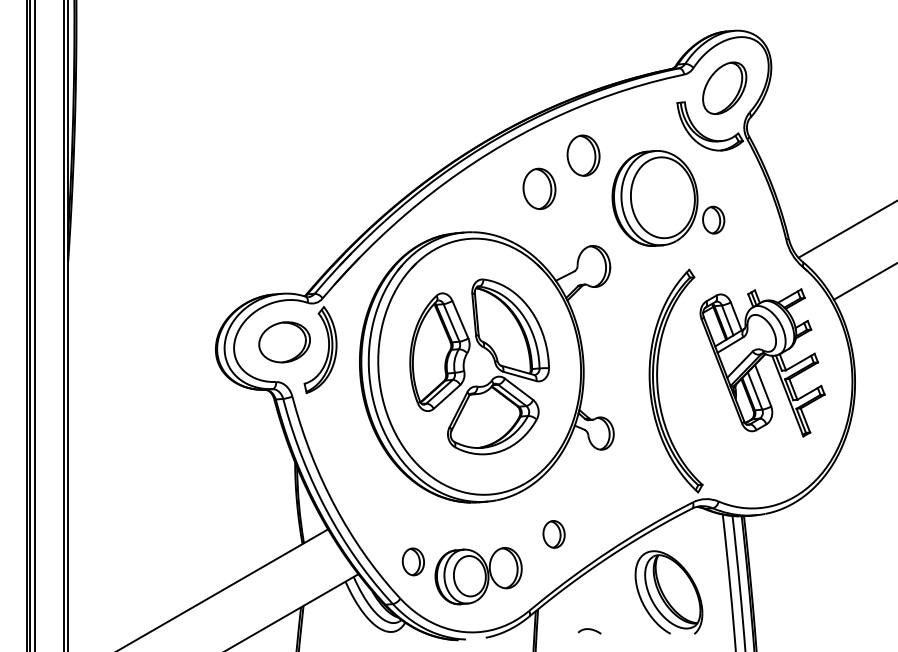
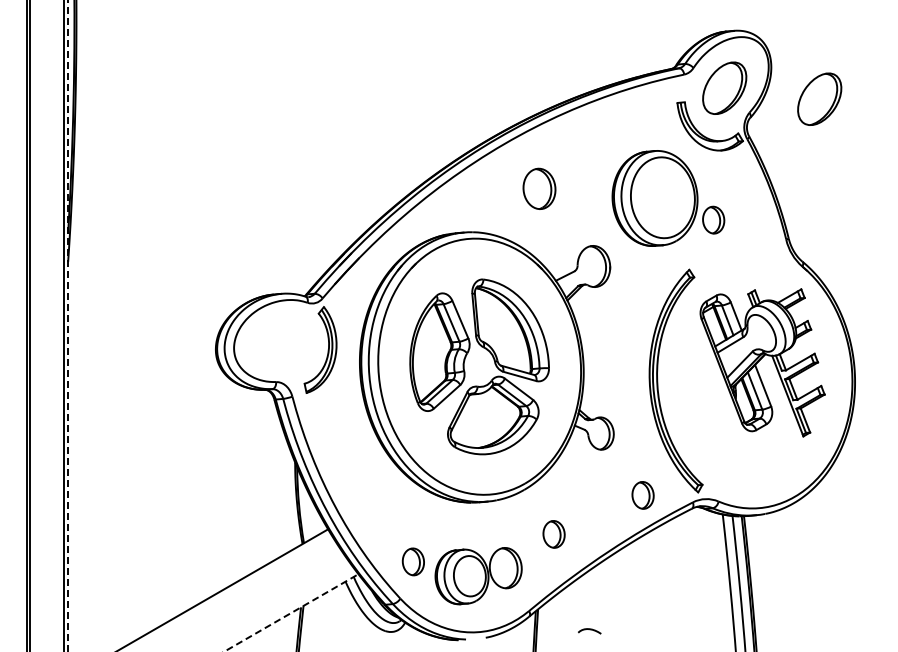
part at (819, 98): none -> present
part at (583, 155): present -> none
line at (846, 229): present -> none
line at (863, 281): present -> none
line at (34, 325): present -> none
line at (68, 325): solid -> dashed
part at (284, 342): present -> none
part at (642, 495): none -> present
part at (668, 592): present -> none
line at (291, 613): solid -> dashed
